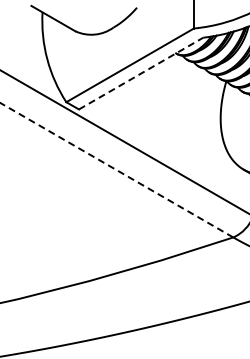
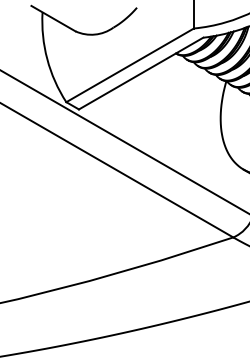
line at (141, 73): dashed -> solid
line at (116, 170): dashed -> solid
